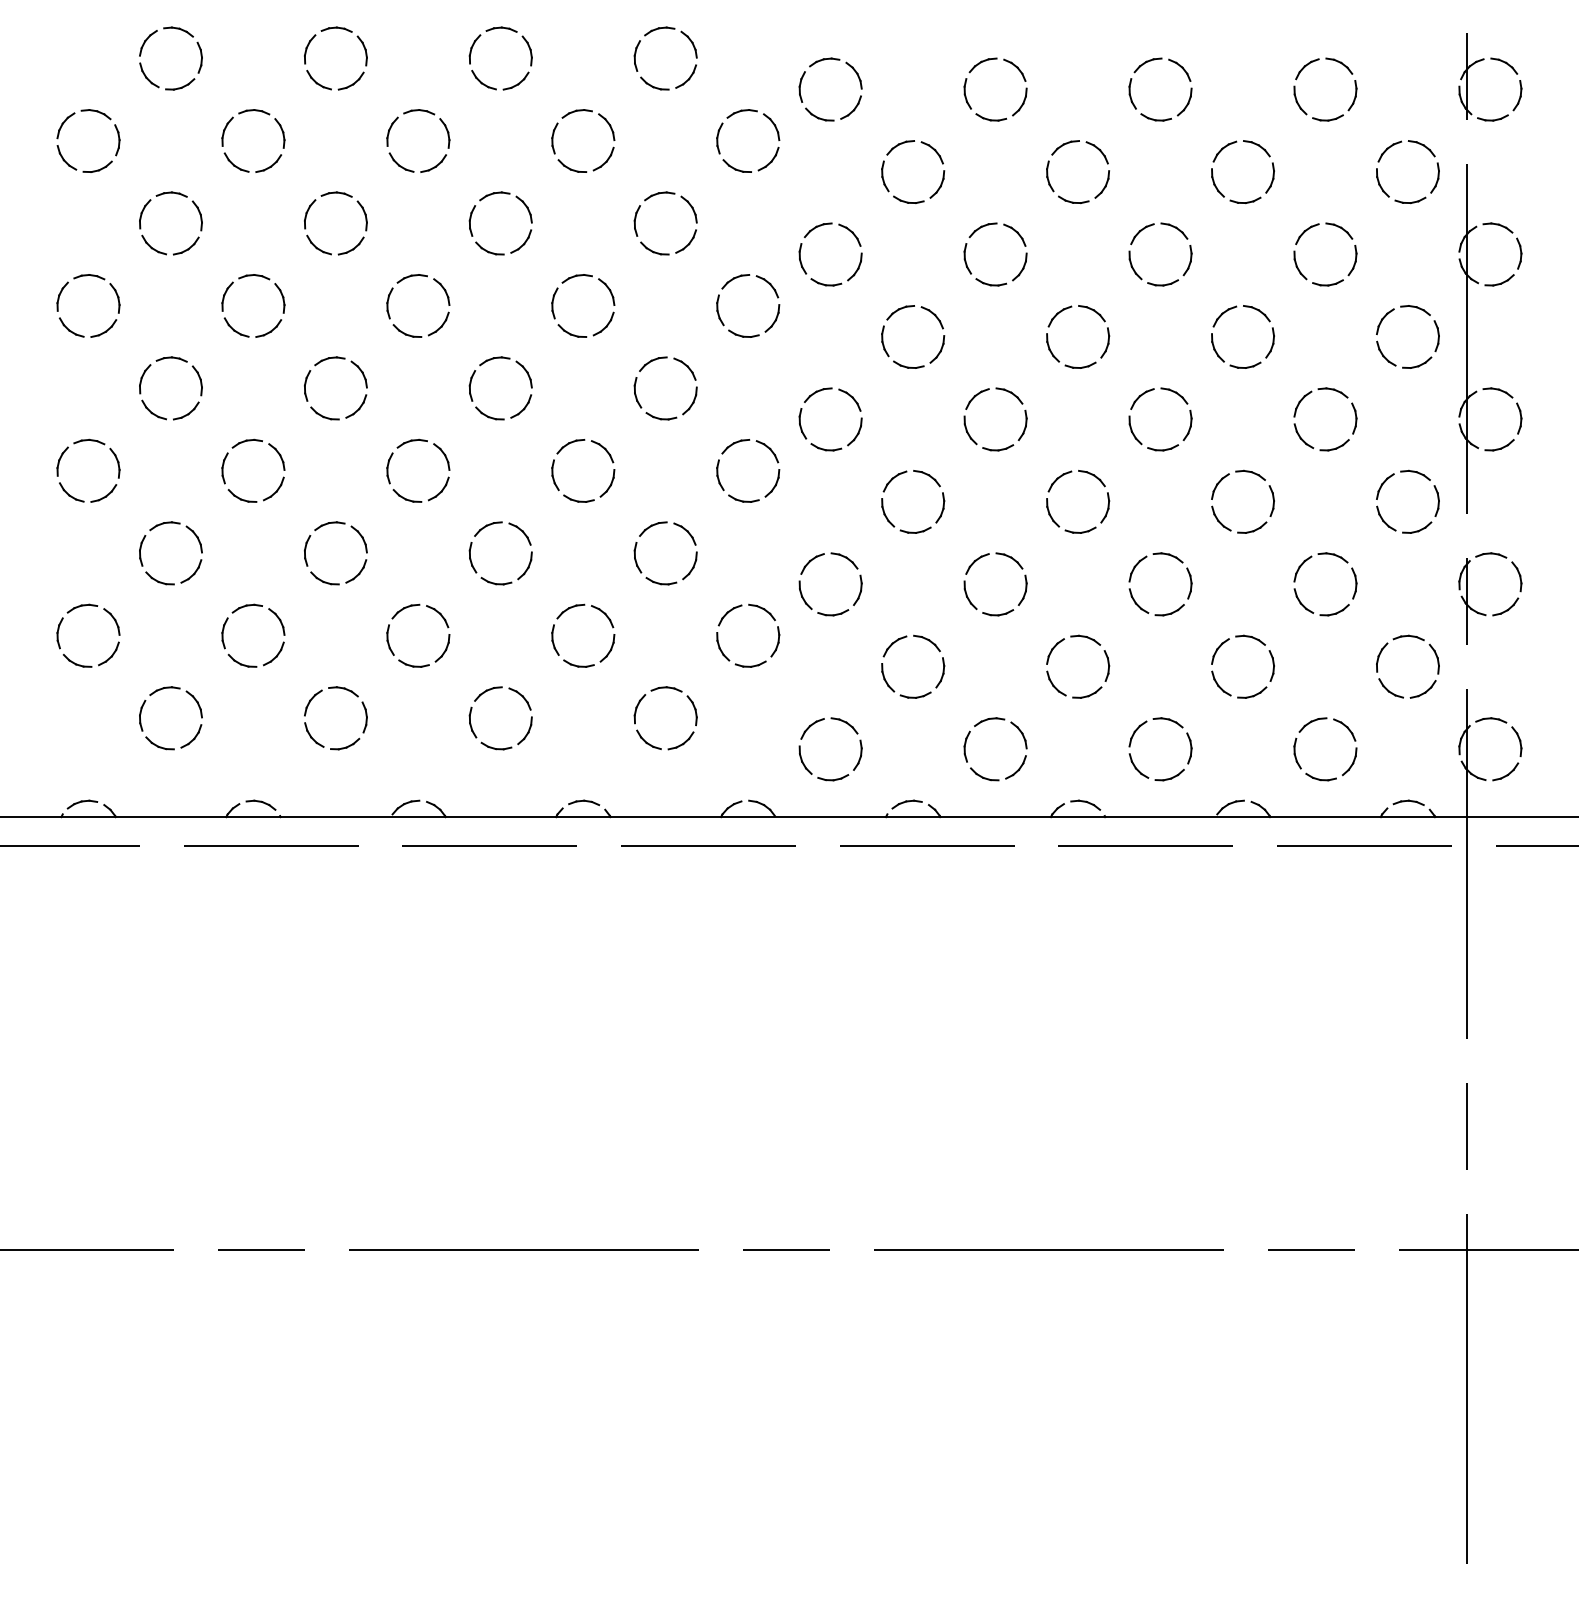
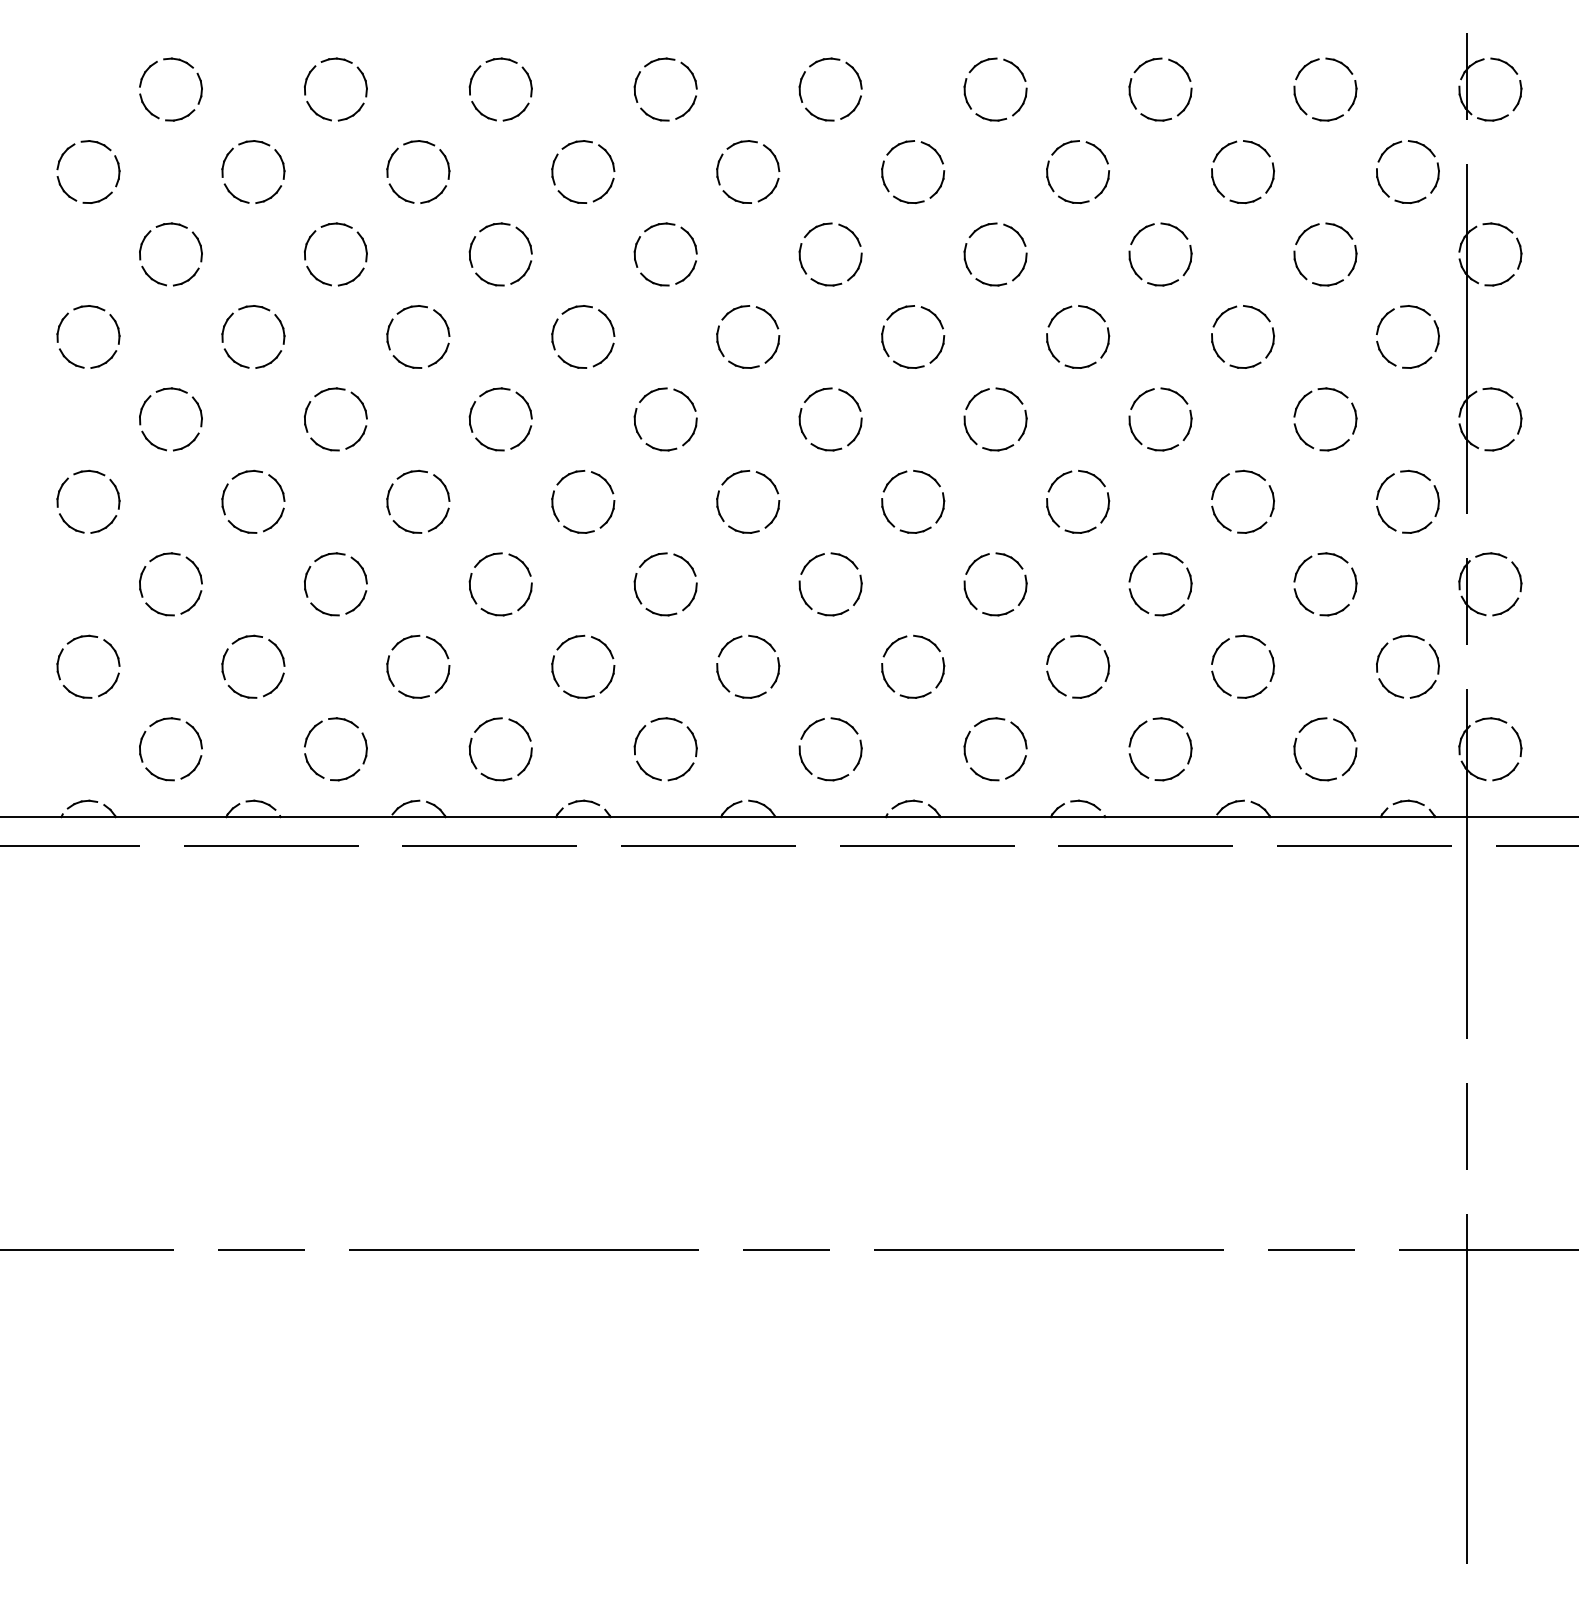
part at (419, 438) position: (419, 438) -> (419, 469)
